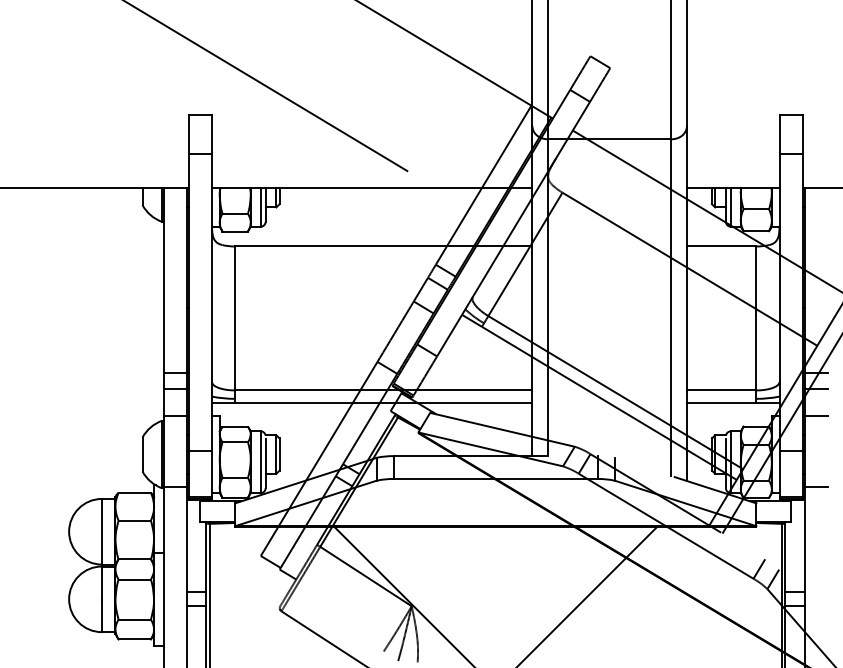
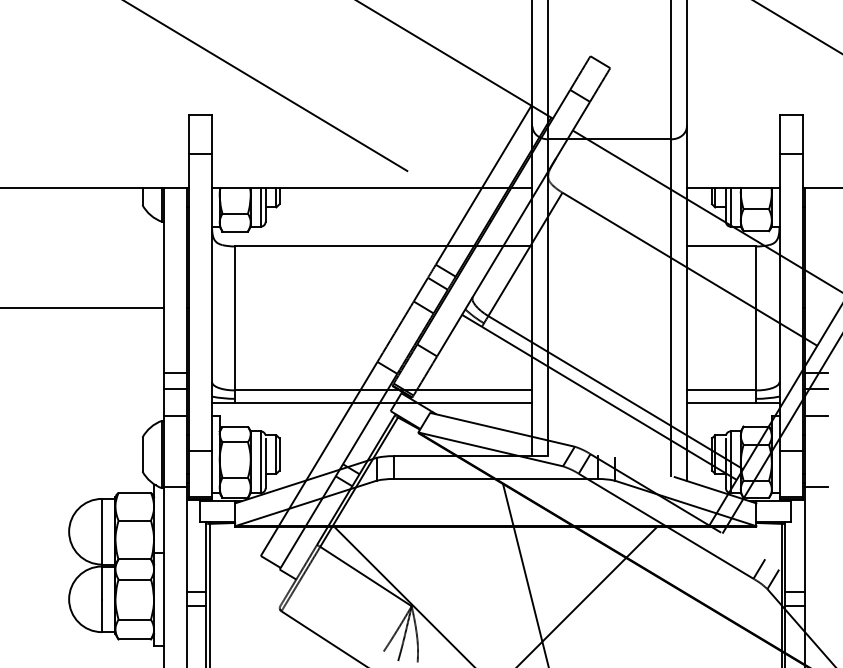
line at (797, 27): none -> present
line at (82, 307): none -> present
line at (525, 574): none -> present
